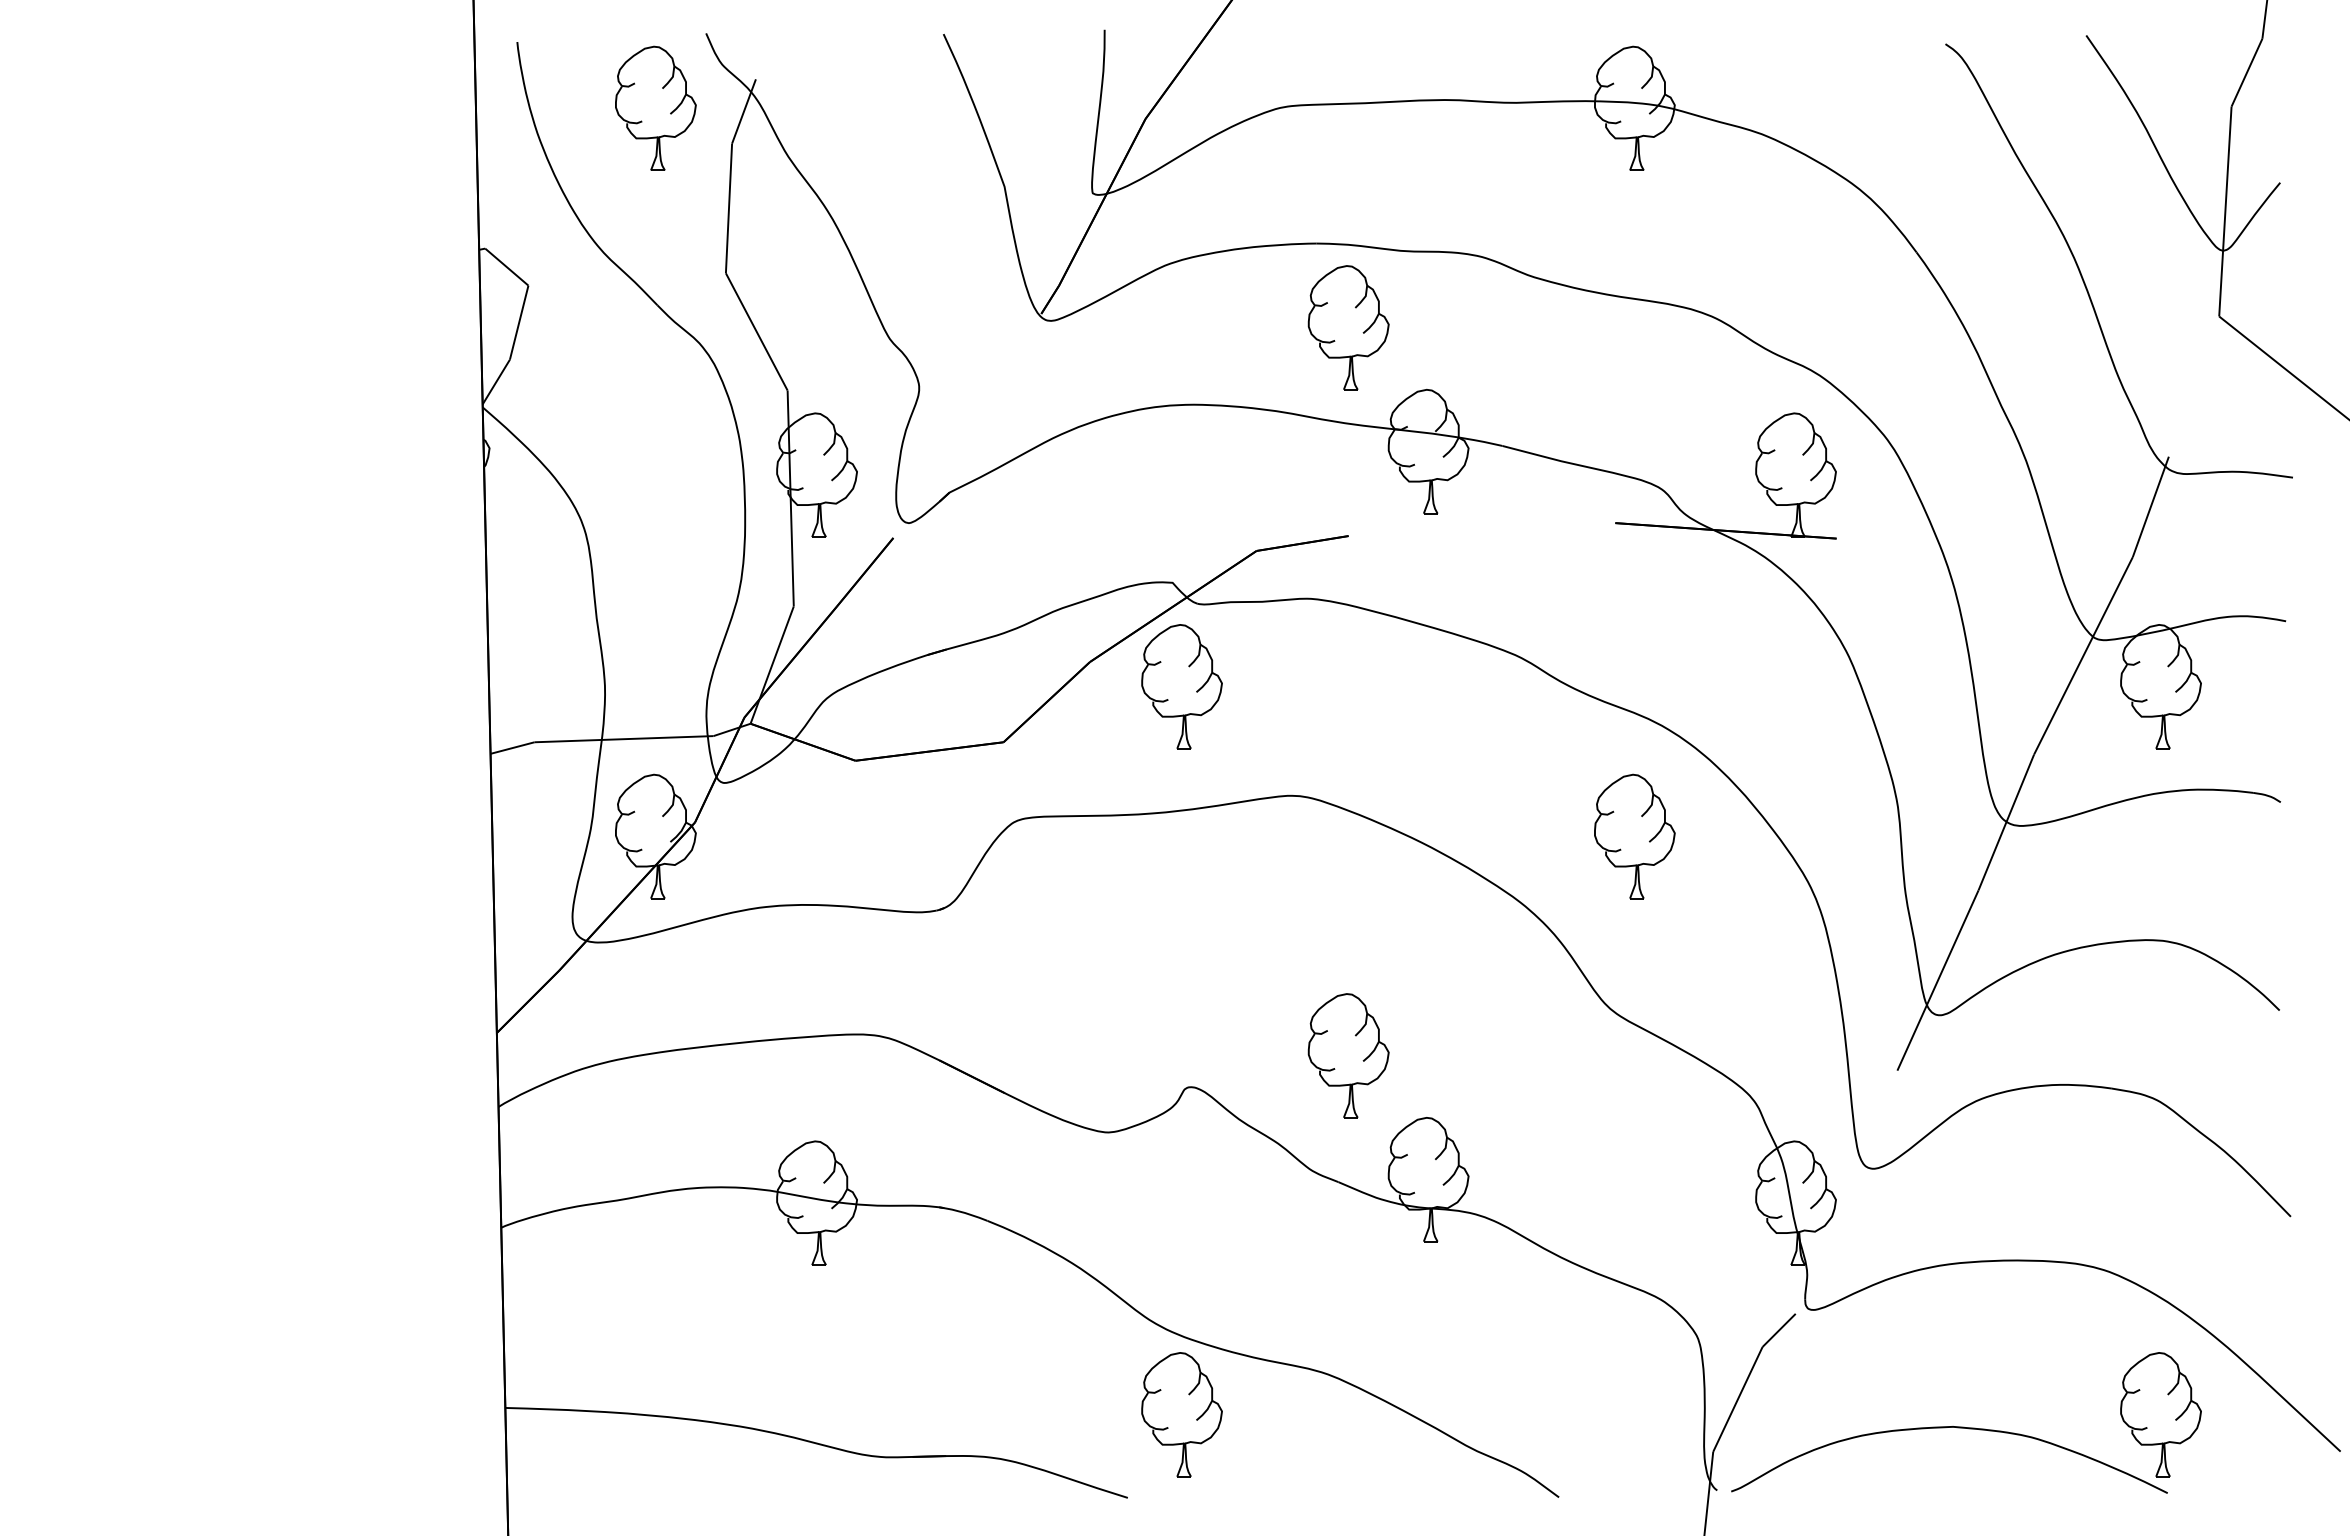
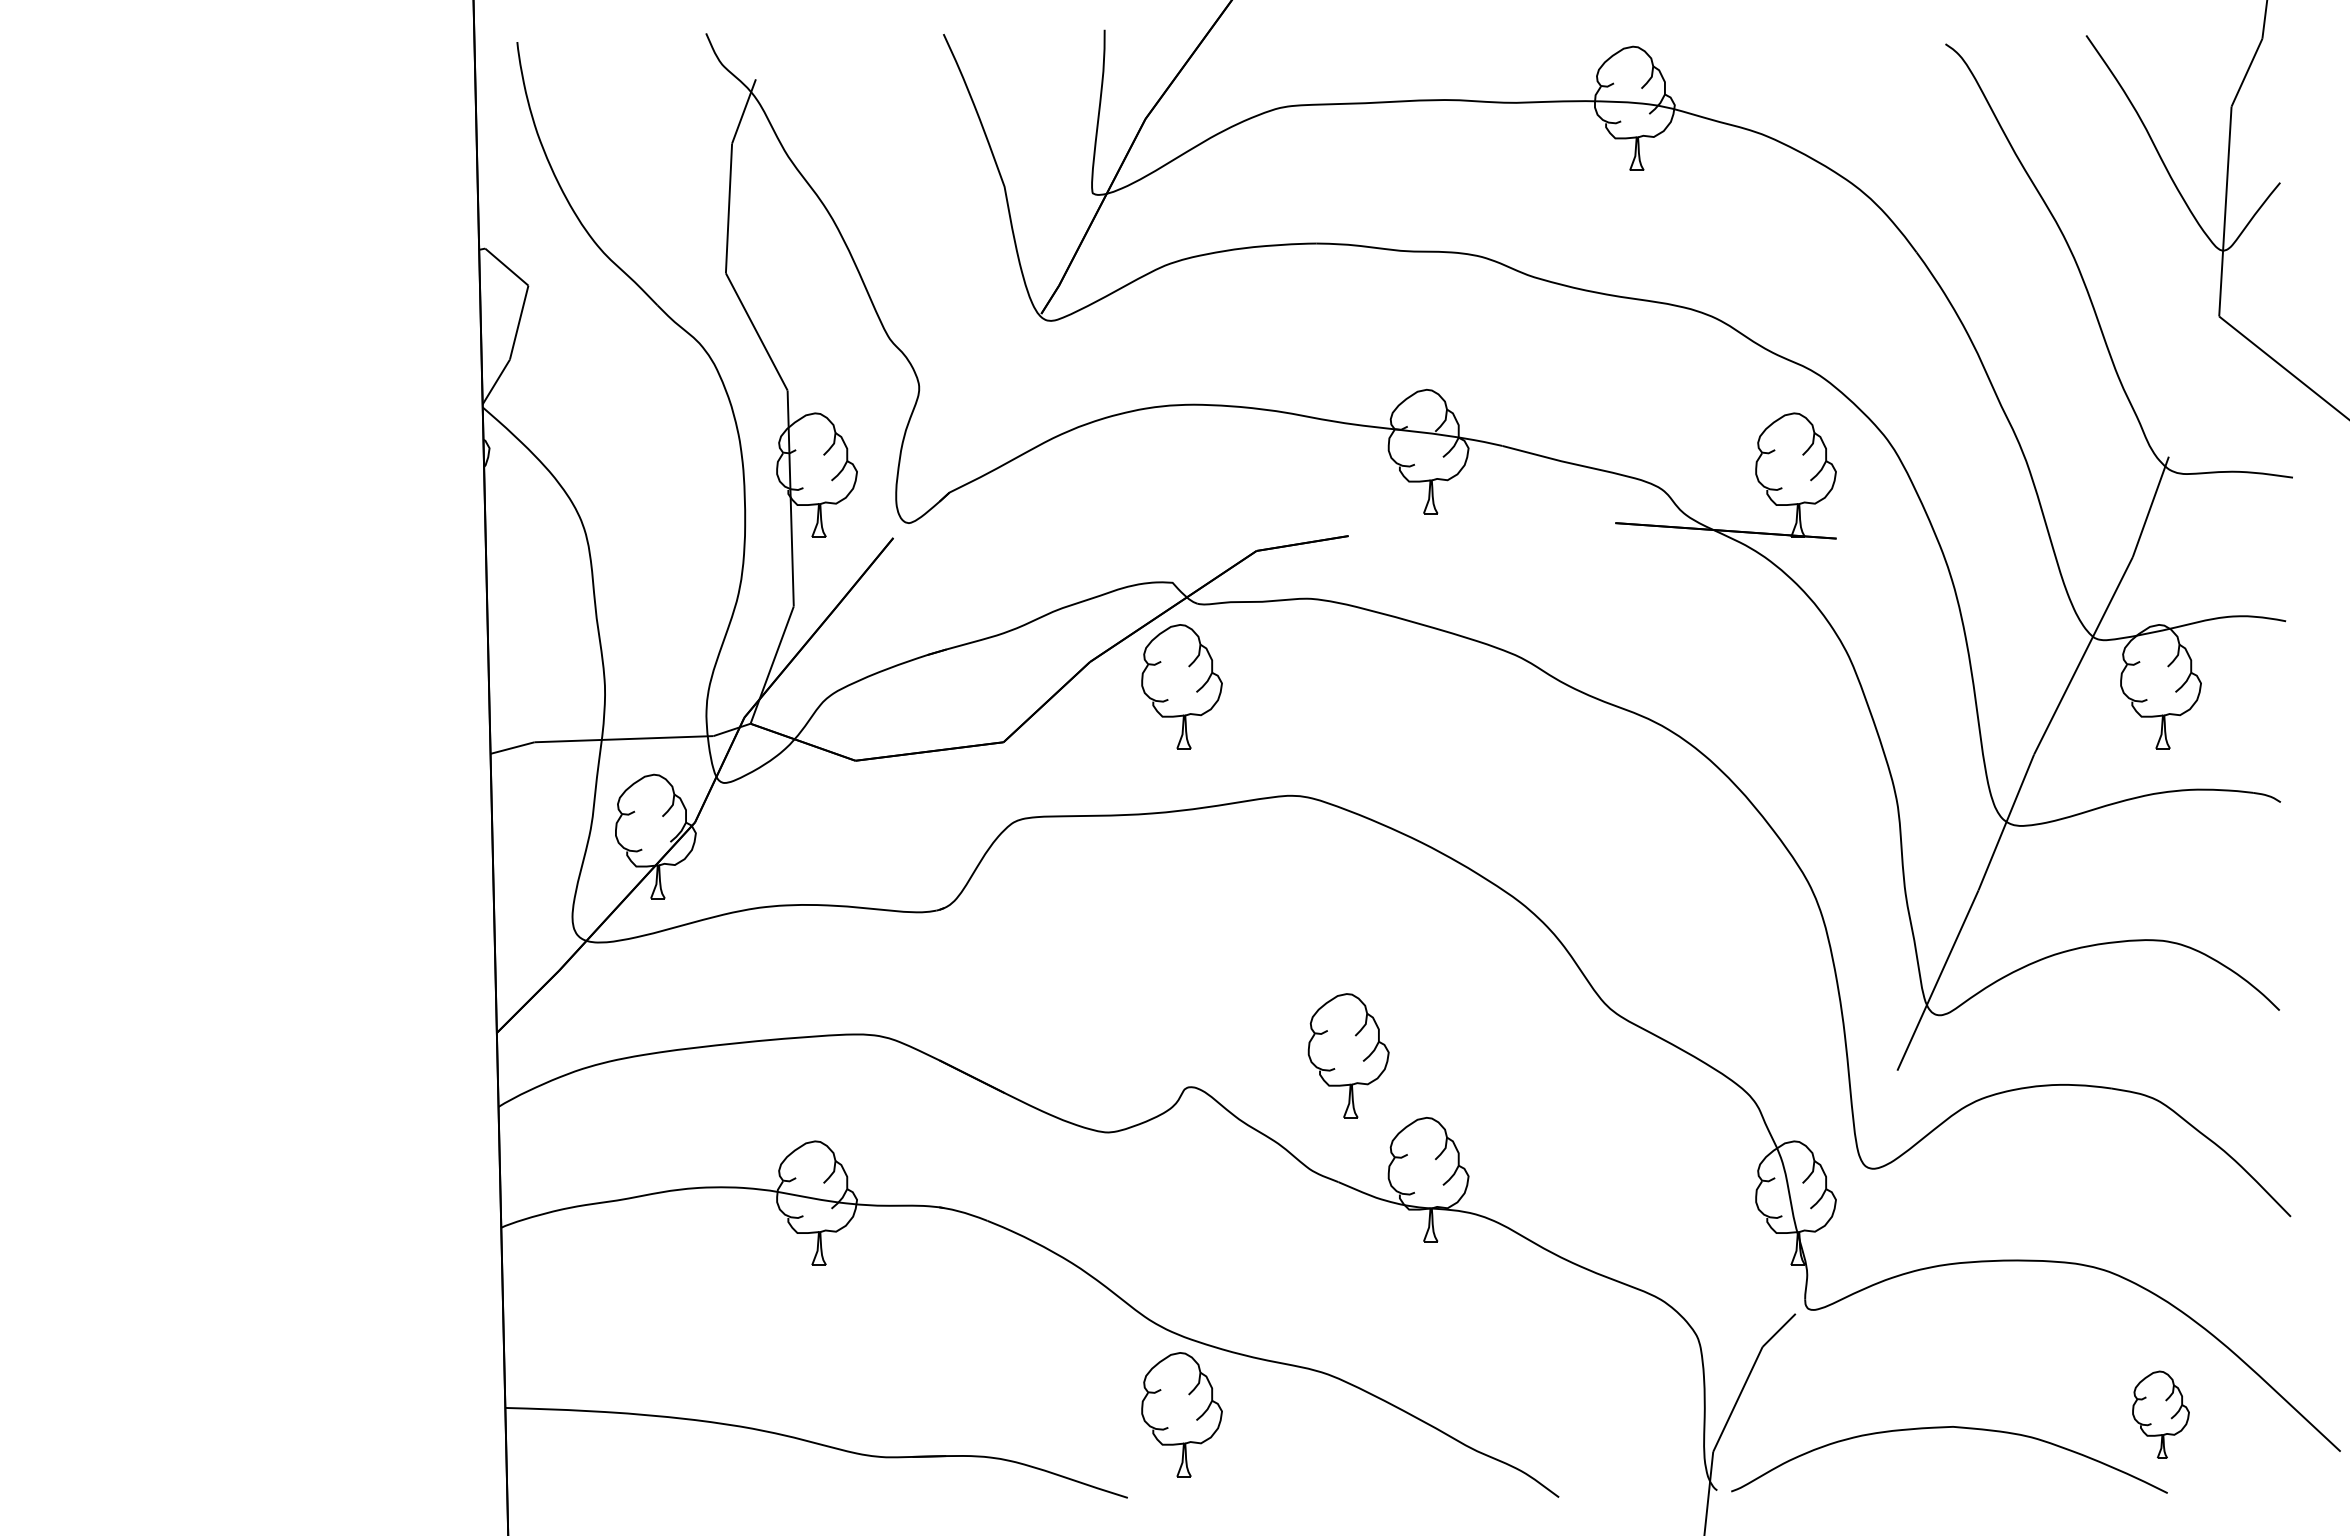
part at (655, 107): present -> none
part at (1348, 327): present -> none
part at (1634, 836): present -> none
part at (2160, 1414) size: 82x126 px -> 58x89 px
